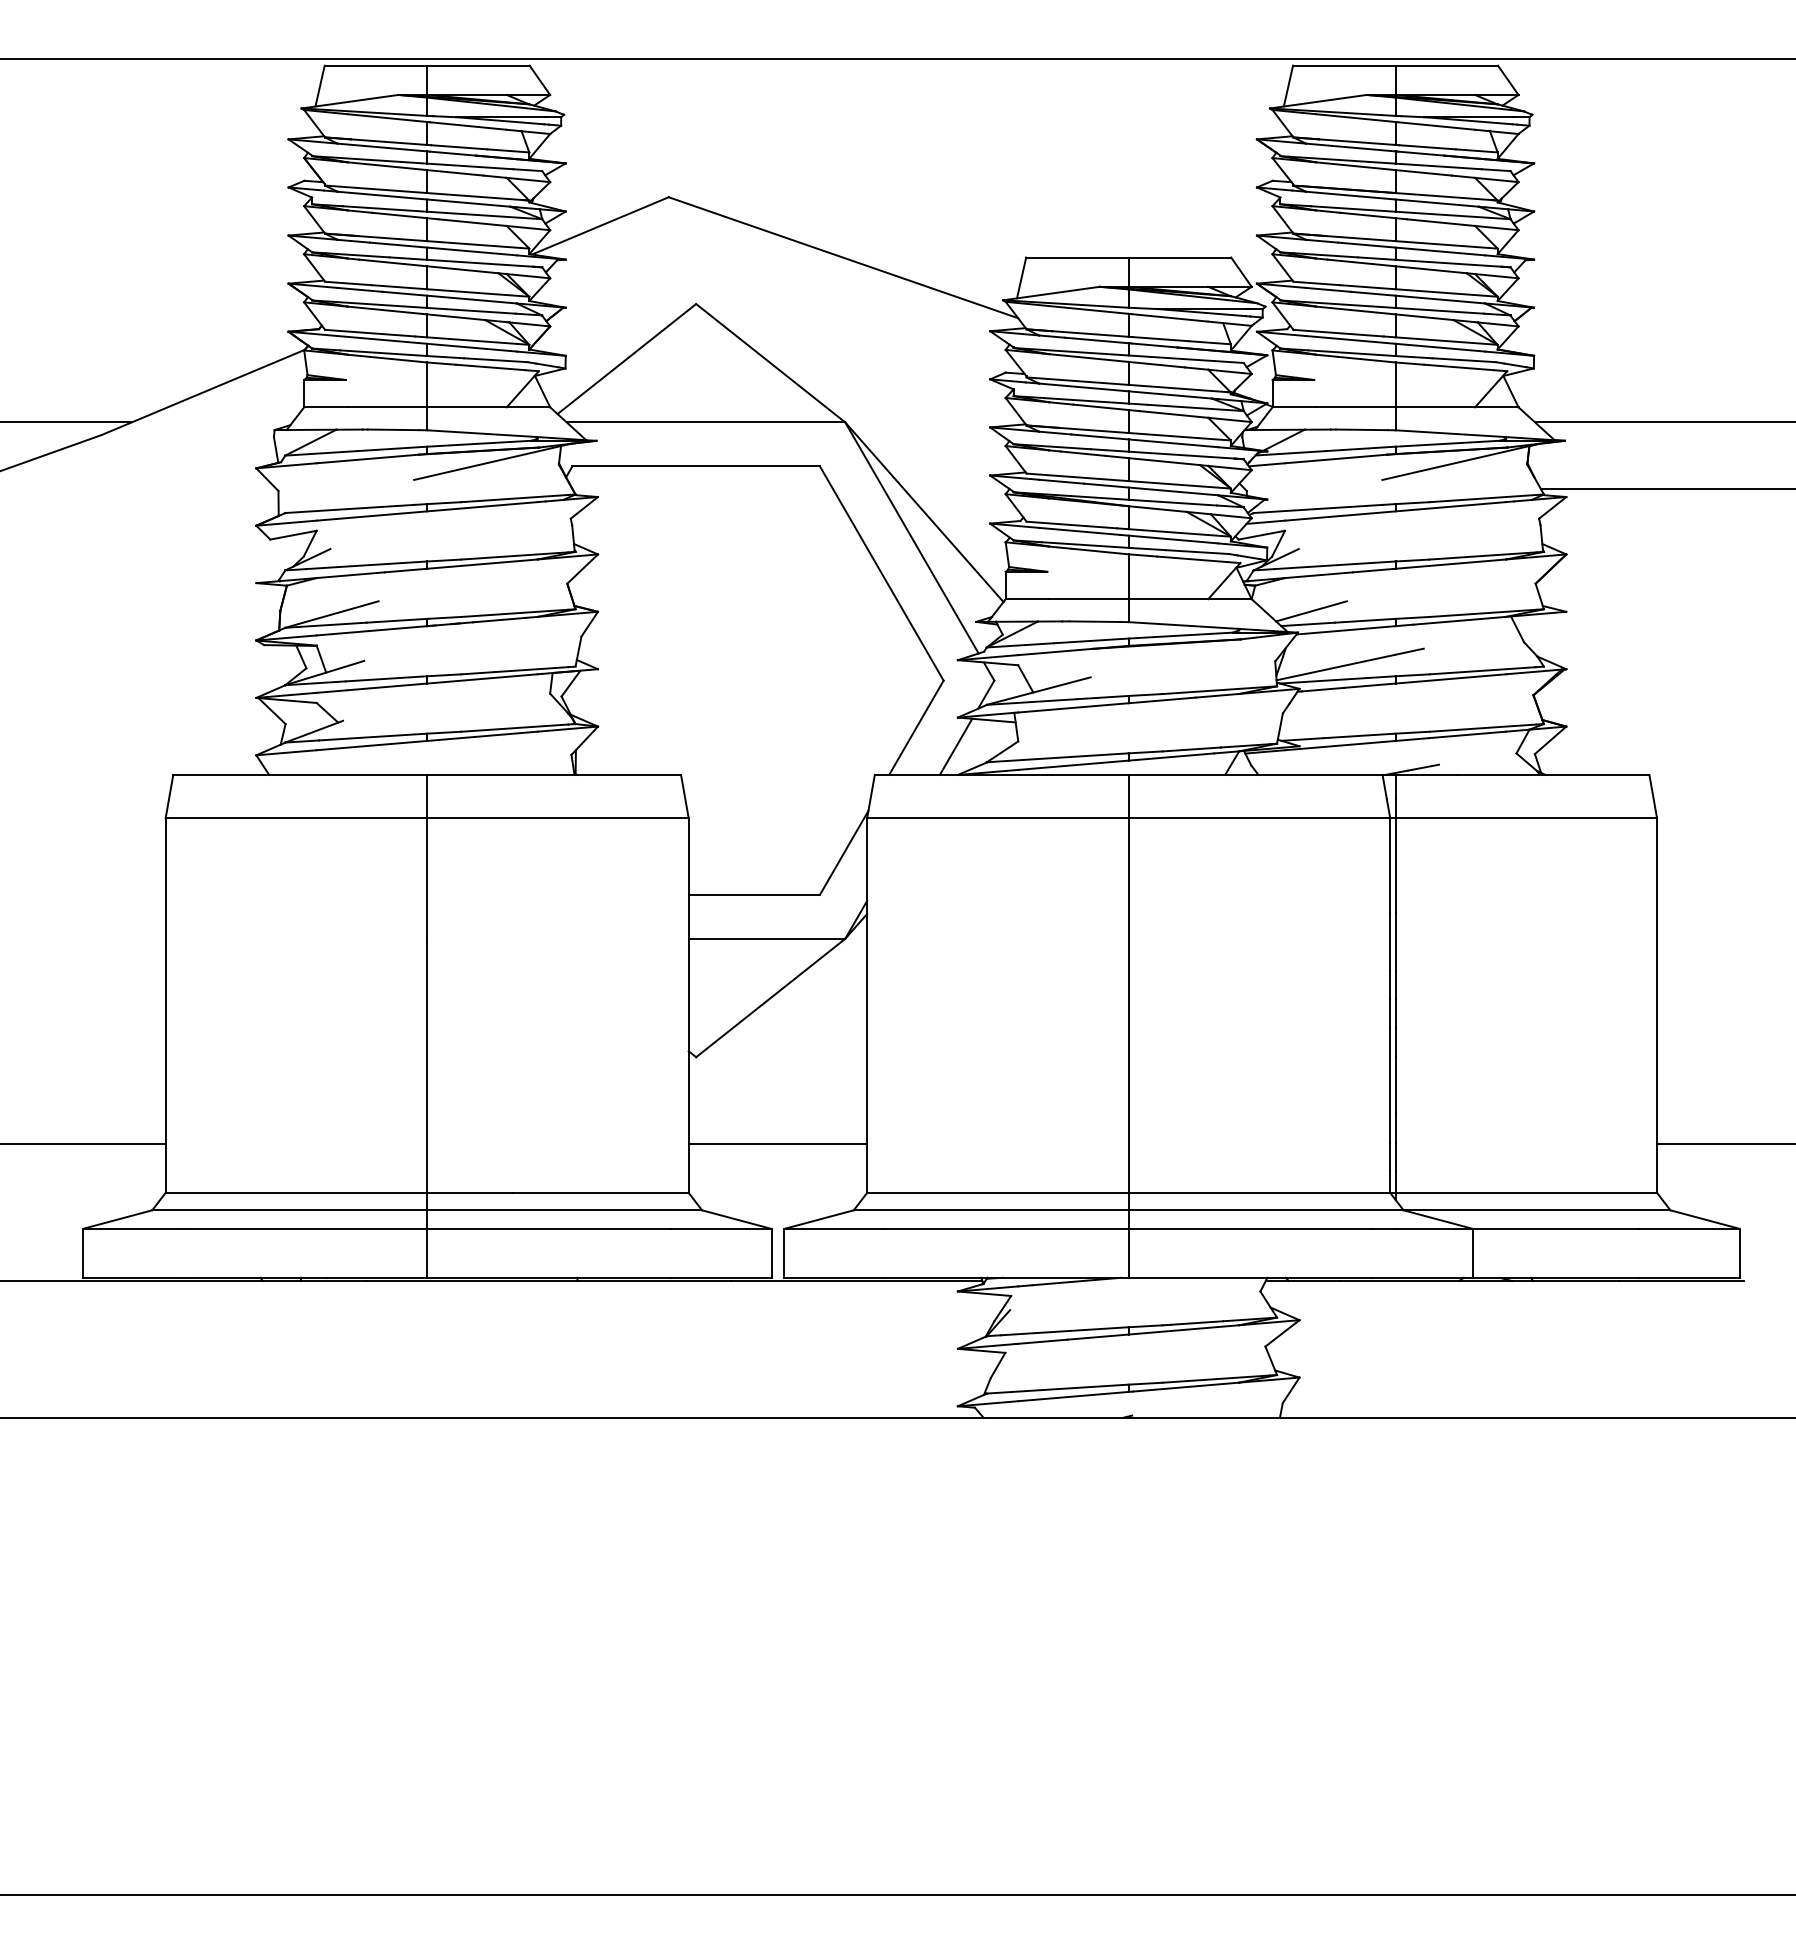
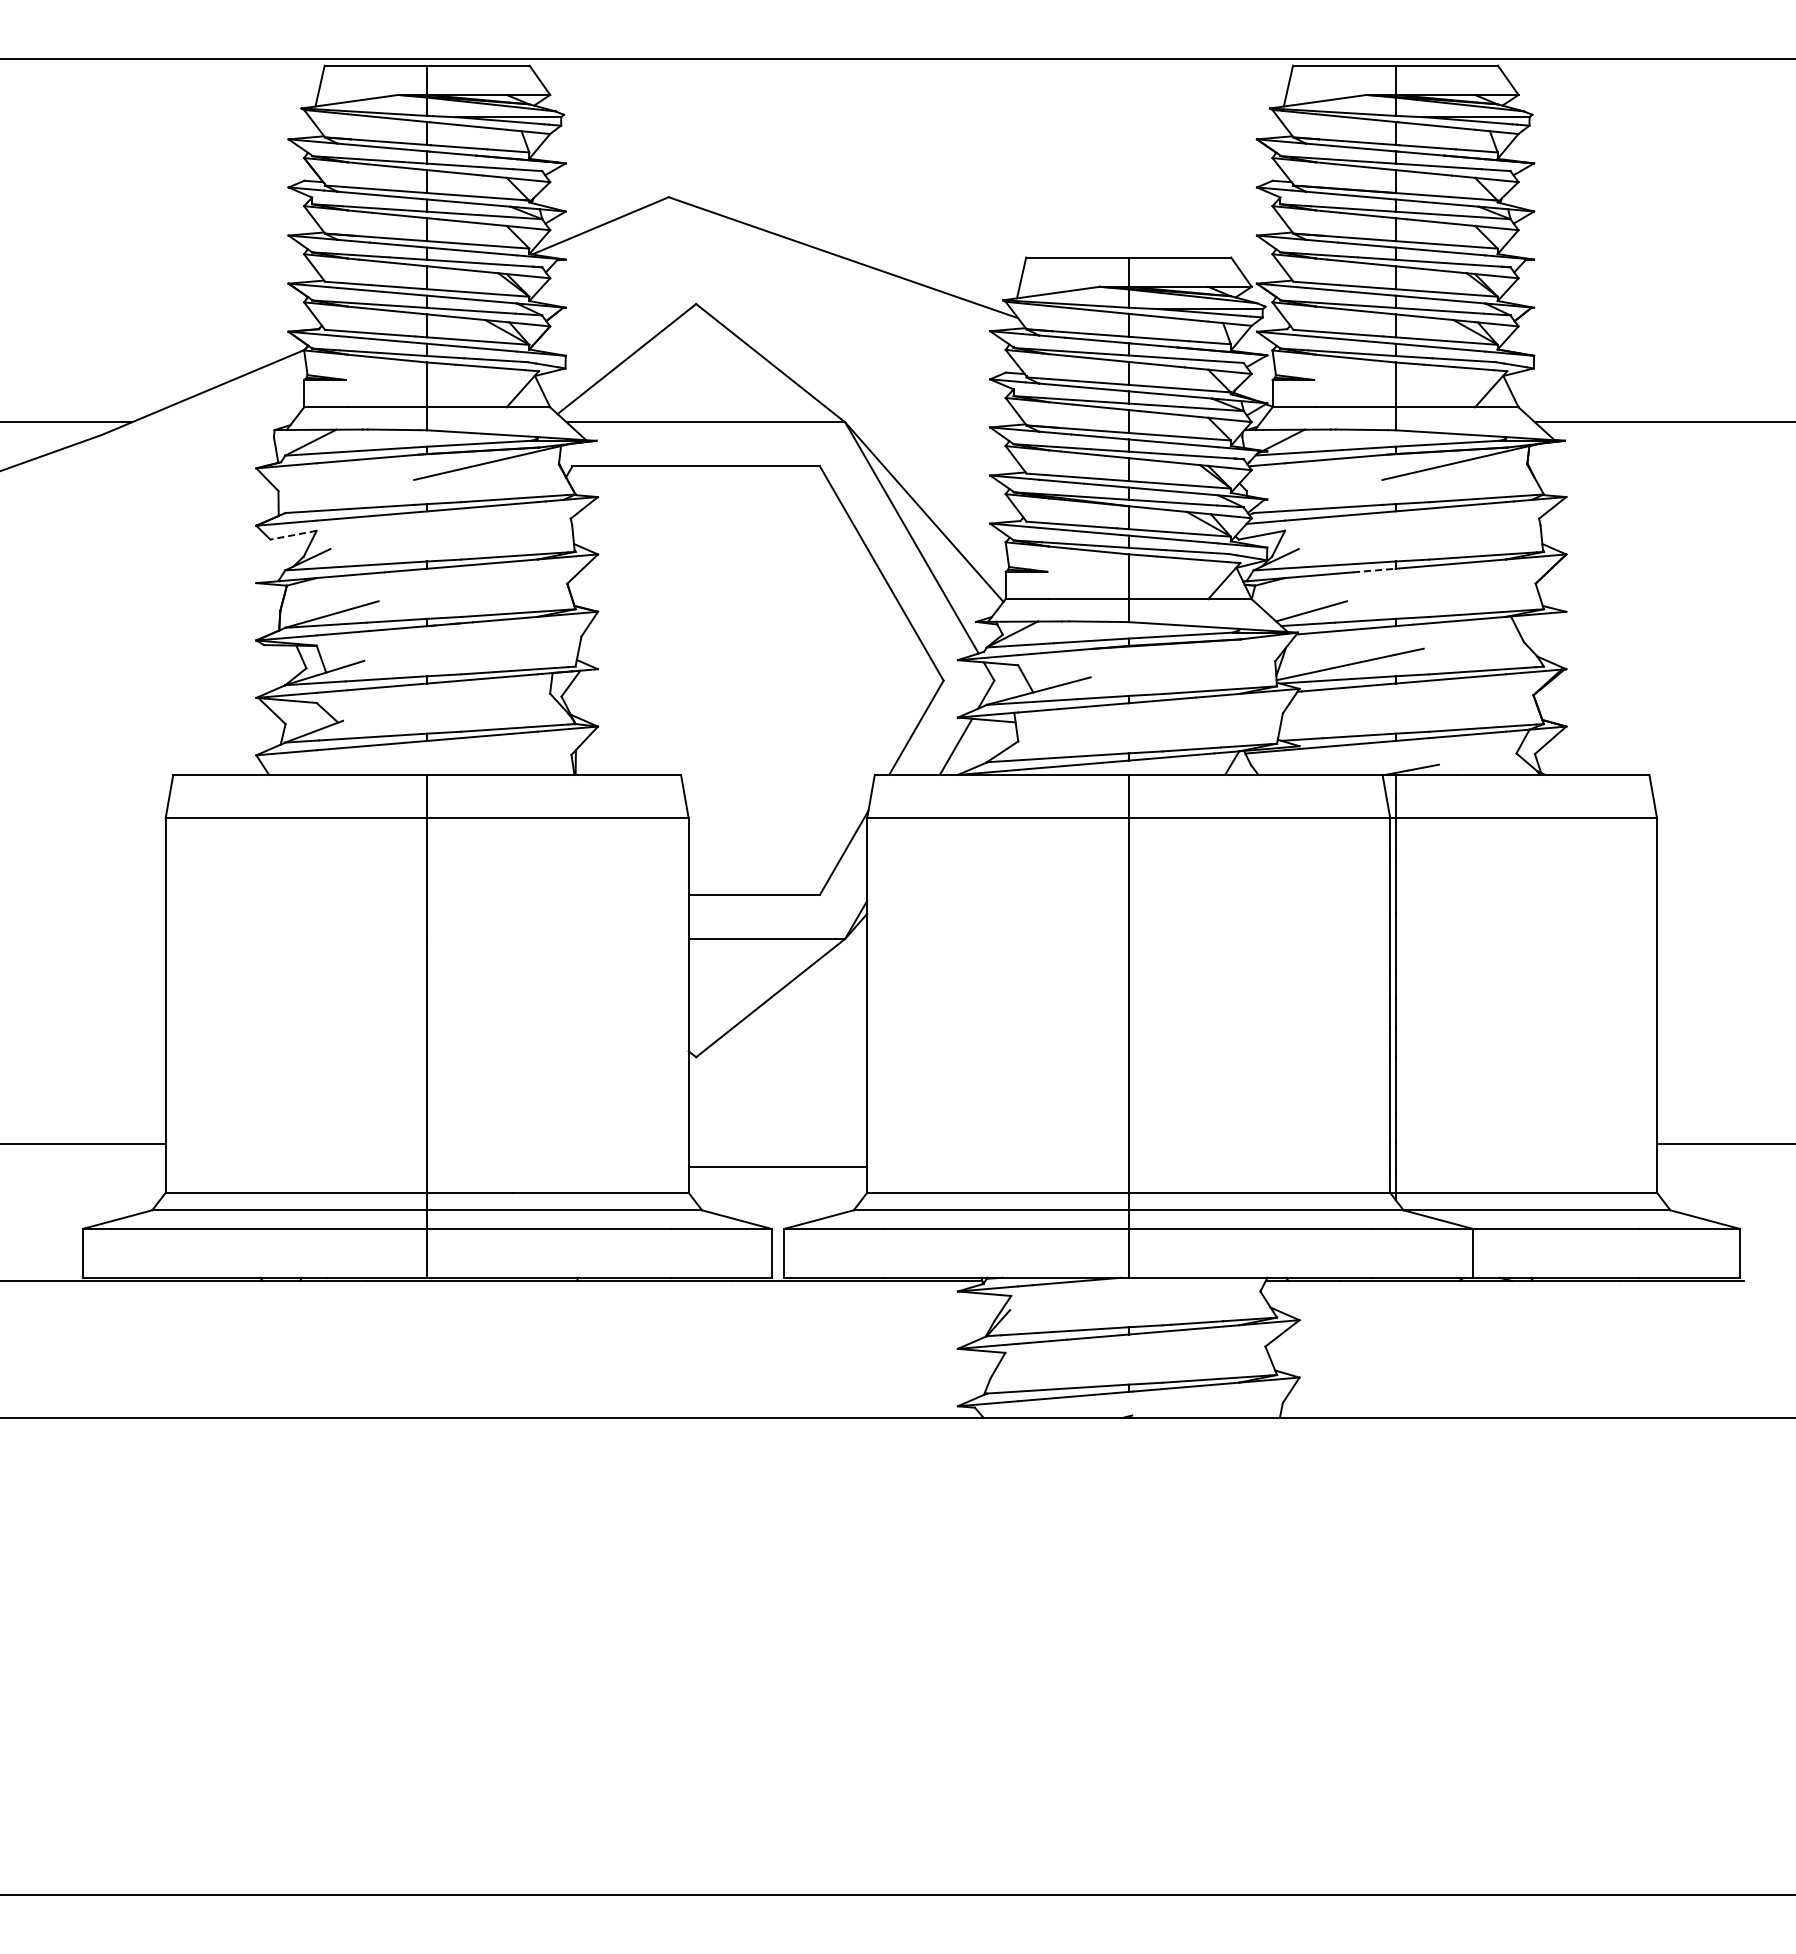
line at (1666, 489): present -> none
line at (293, 535): solid -> dashed
line at (1374, 570): solid -> dashed
line at (777, 1144) position: (777, 1144) -> (777, 1167)
